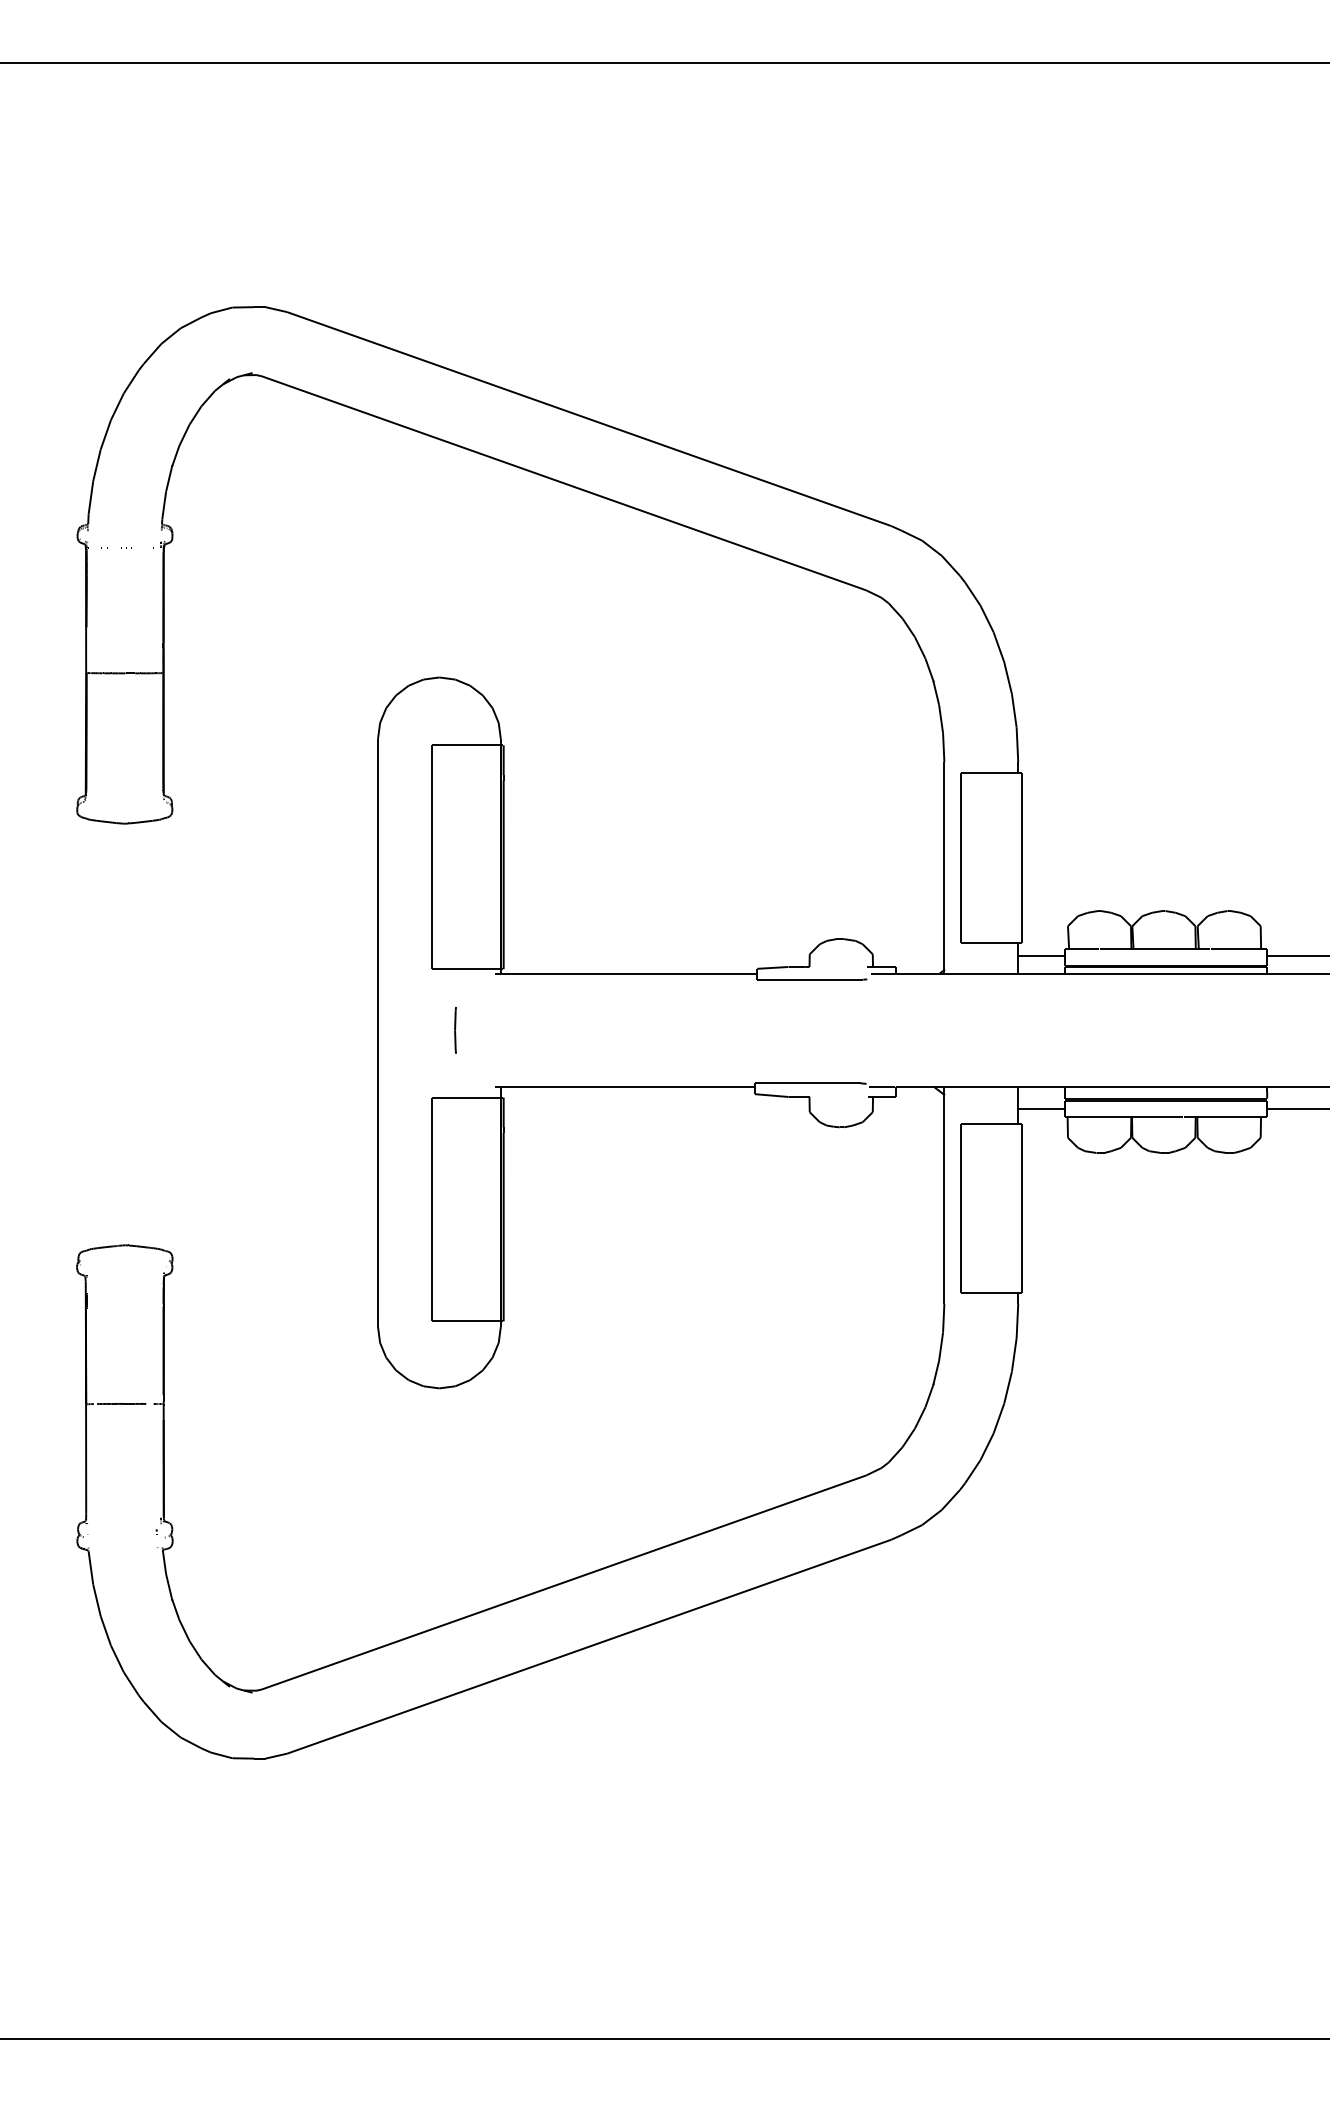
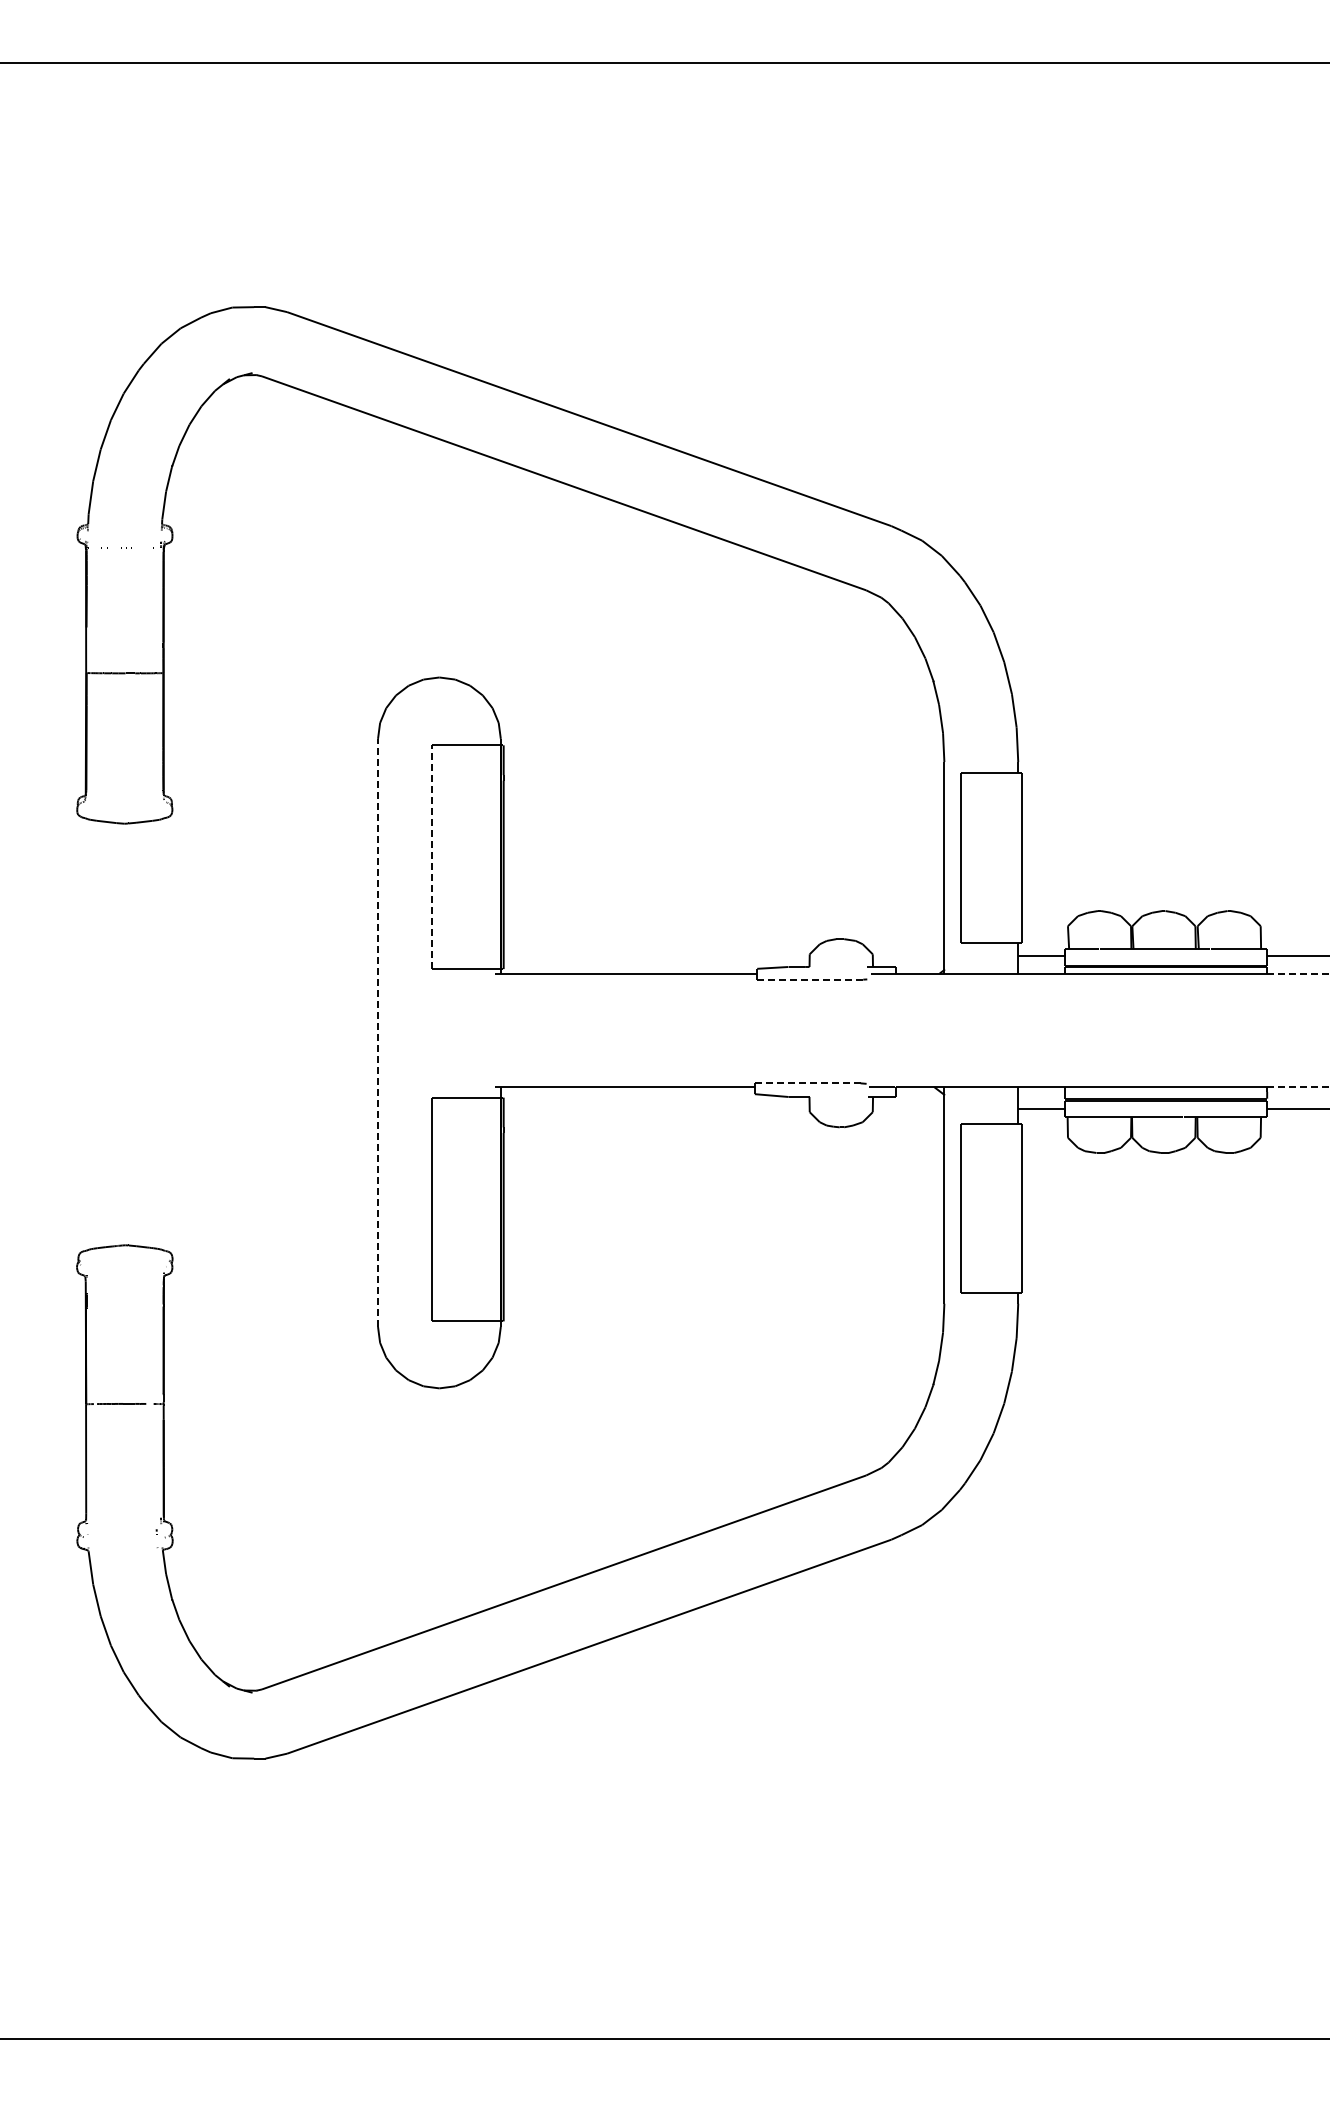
line at (431, 857): solid -> dashed
line at (1298, 973): solid -> dashed
line at (809, 979): solid -> dashed
line at (455, 1030): present -> none
line at (378, 1032): solid -> dashed
line at (807, 1083): solid -> dashed
line at (1299, 1087): solid -> dashed
